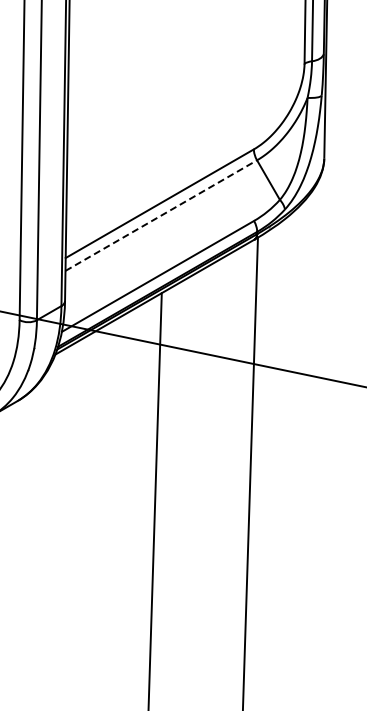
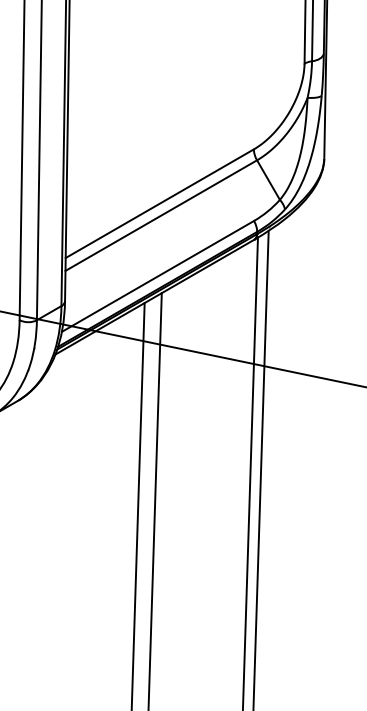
line at (161, 215): dashed -> solid
line at (260, 468): none -> present
line at (137, 505): none -> present
